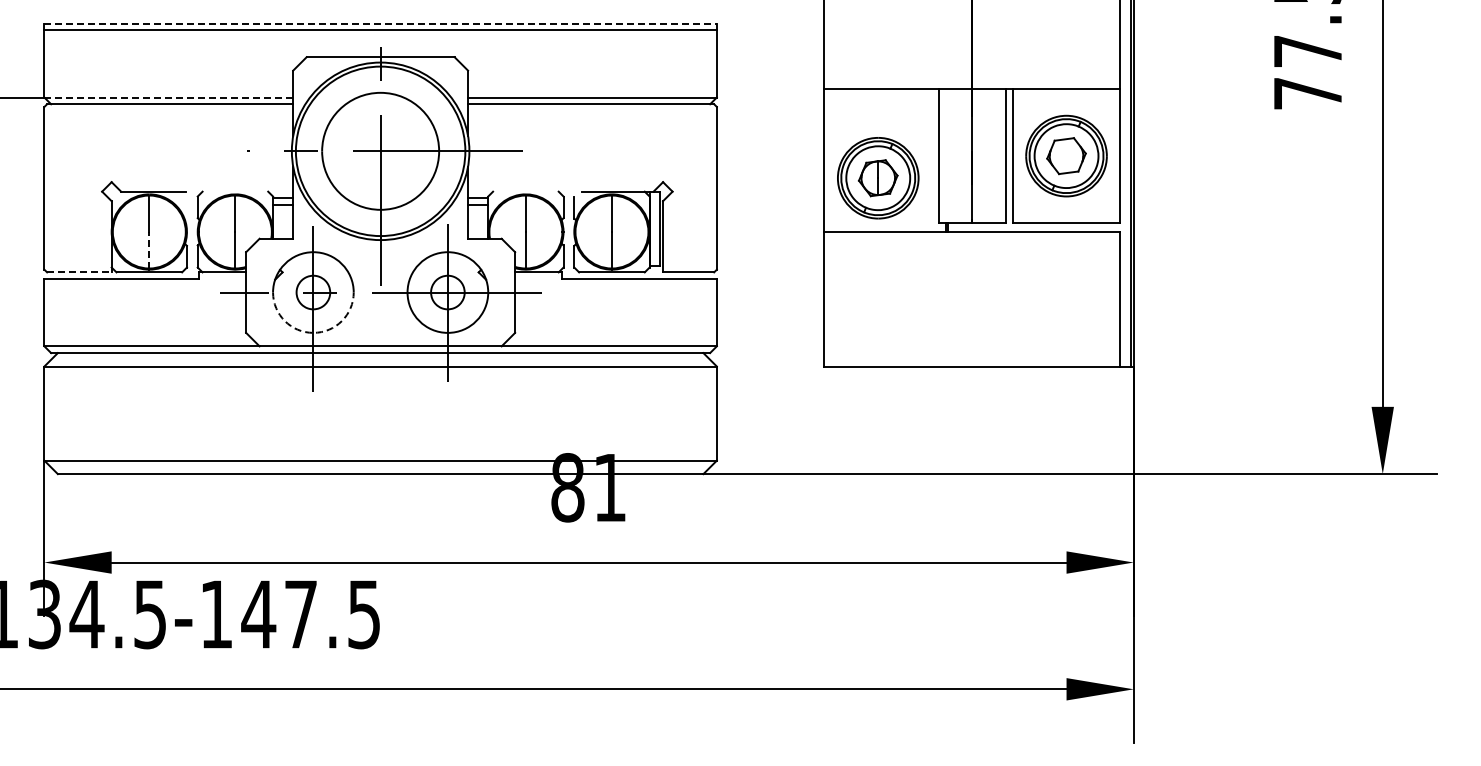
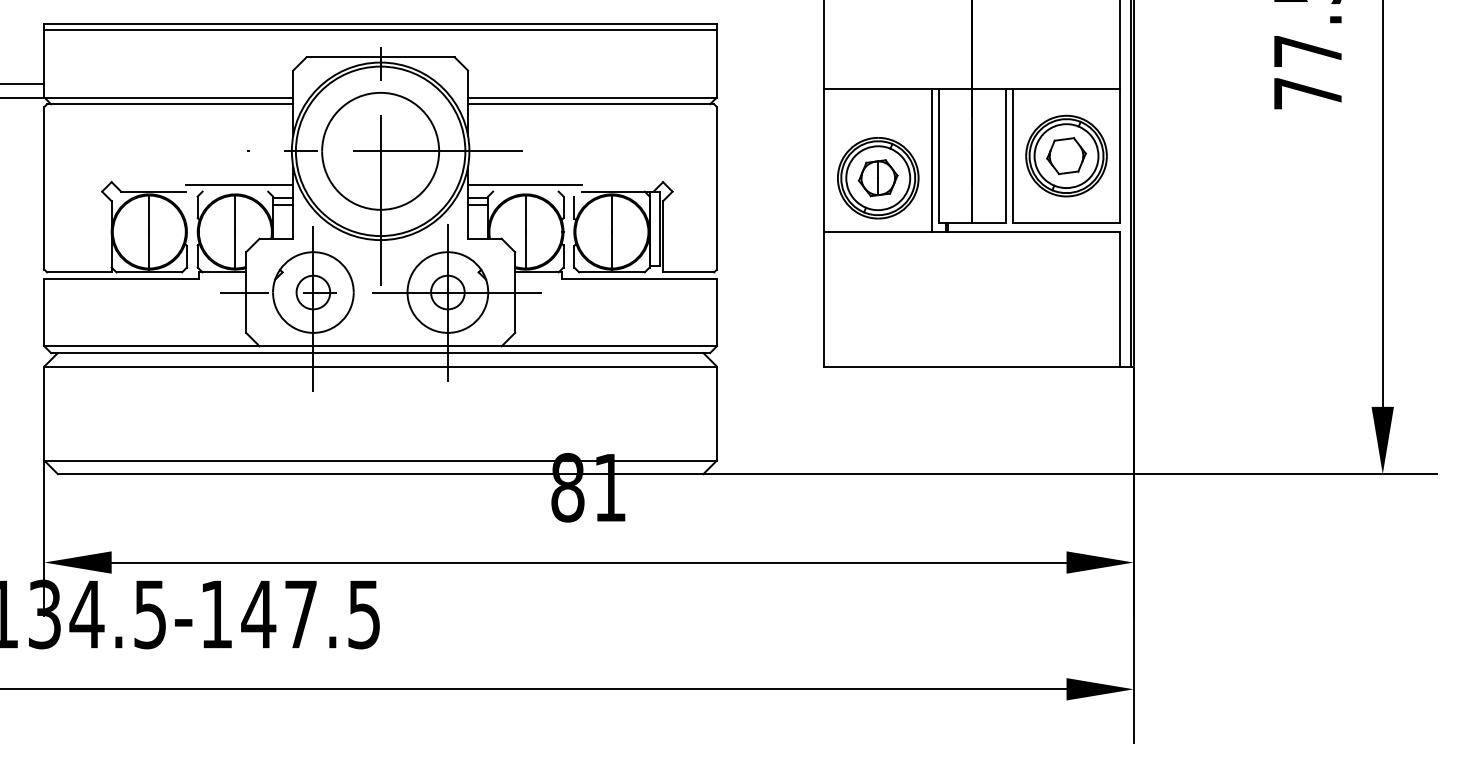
line at (381, 23): dashed -> solid
line at (23, 84): none -> present
line at (169, 97): dashed -> solid
line at (932, 160): none -> present
line at (239, 184): none -> present
line at (525, 184): none -> present
line at (149, 249): dashed -> solid
line at (79, 272): dashed -> solid
arc at (313, 332): dashed -> solid
